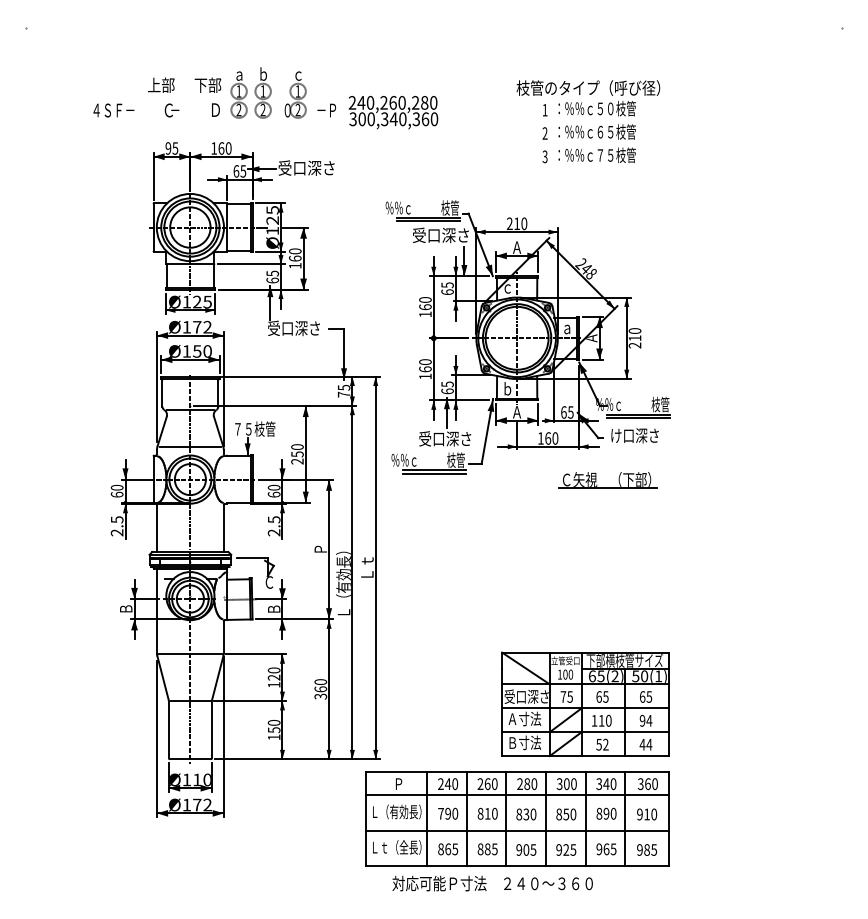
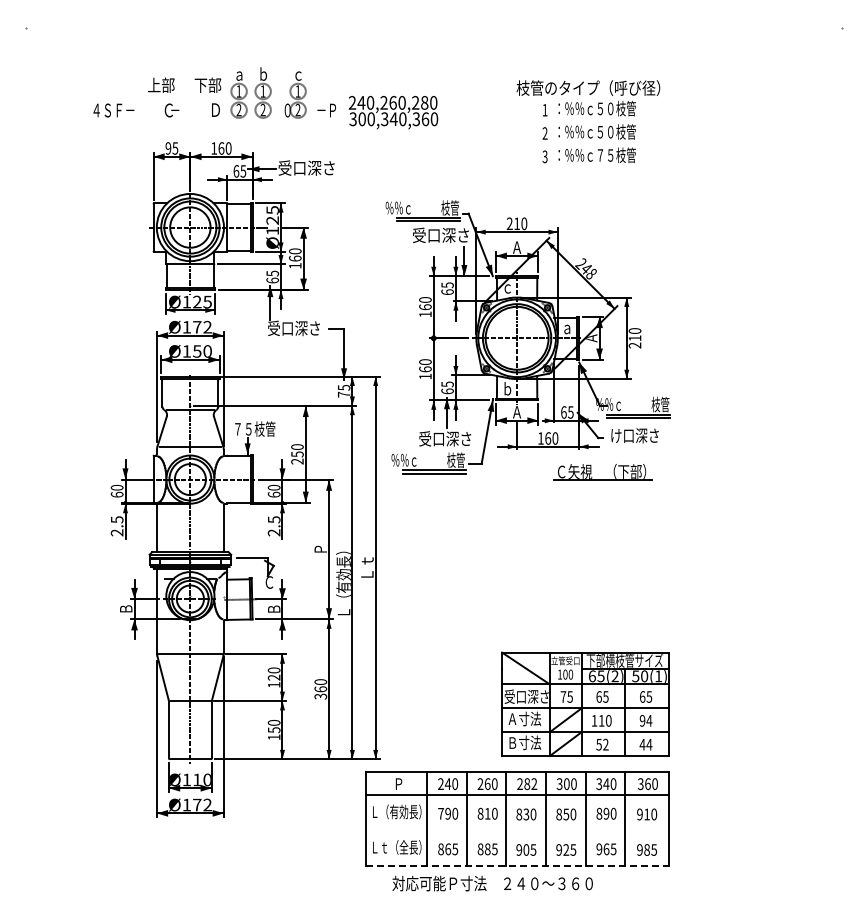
text at (605, 131): ：％％ｃ６５枝管 -> ：％％ｃ５０枝管
part at (607, 487) position: (607, 487) -> (602, 479)
text at (534, 784): 280 -> 282
line at (516, 830): present -> none
line at (517, 866): solid -> dashed
